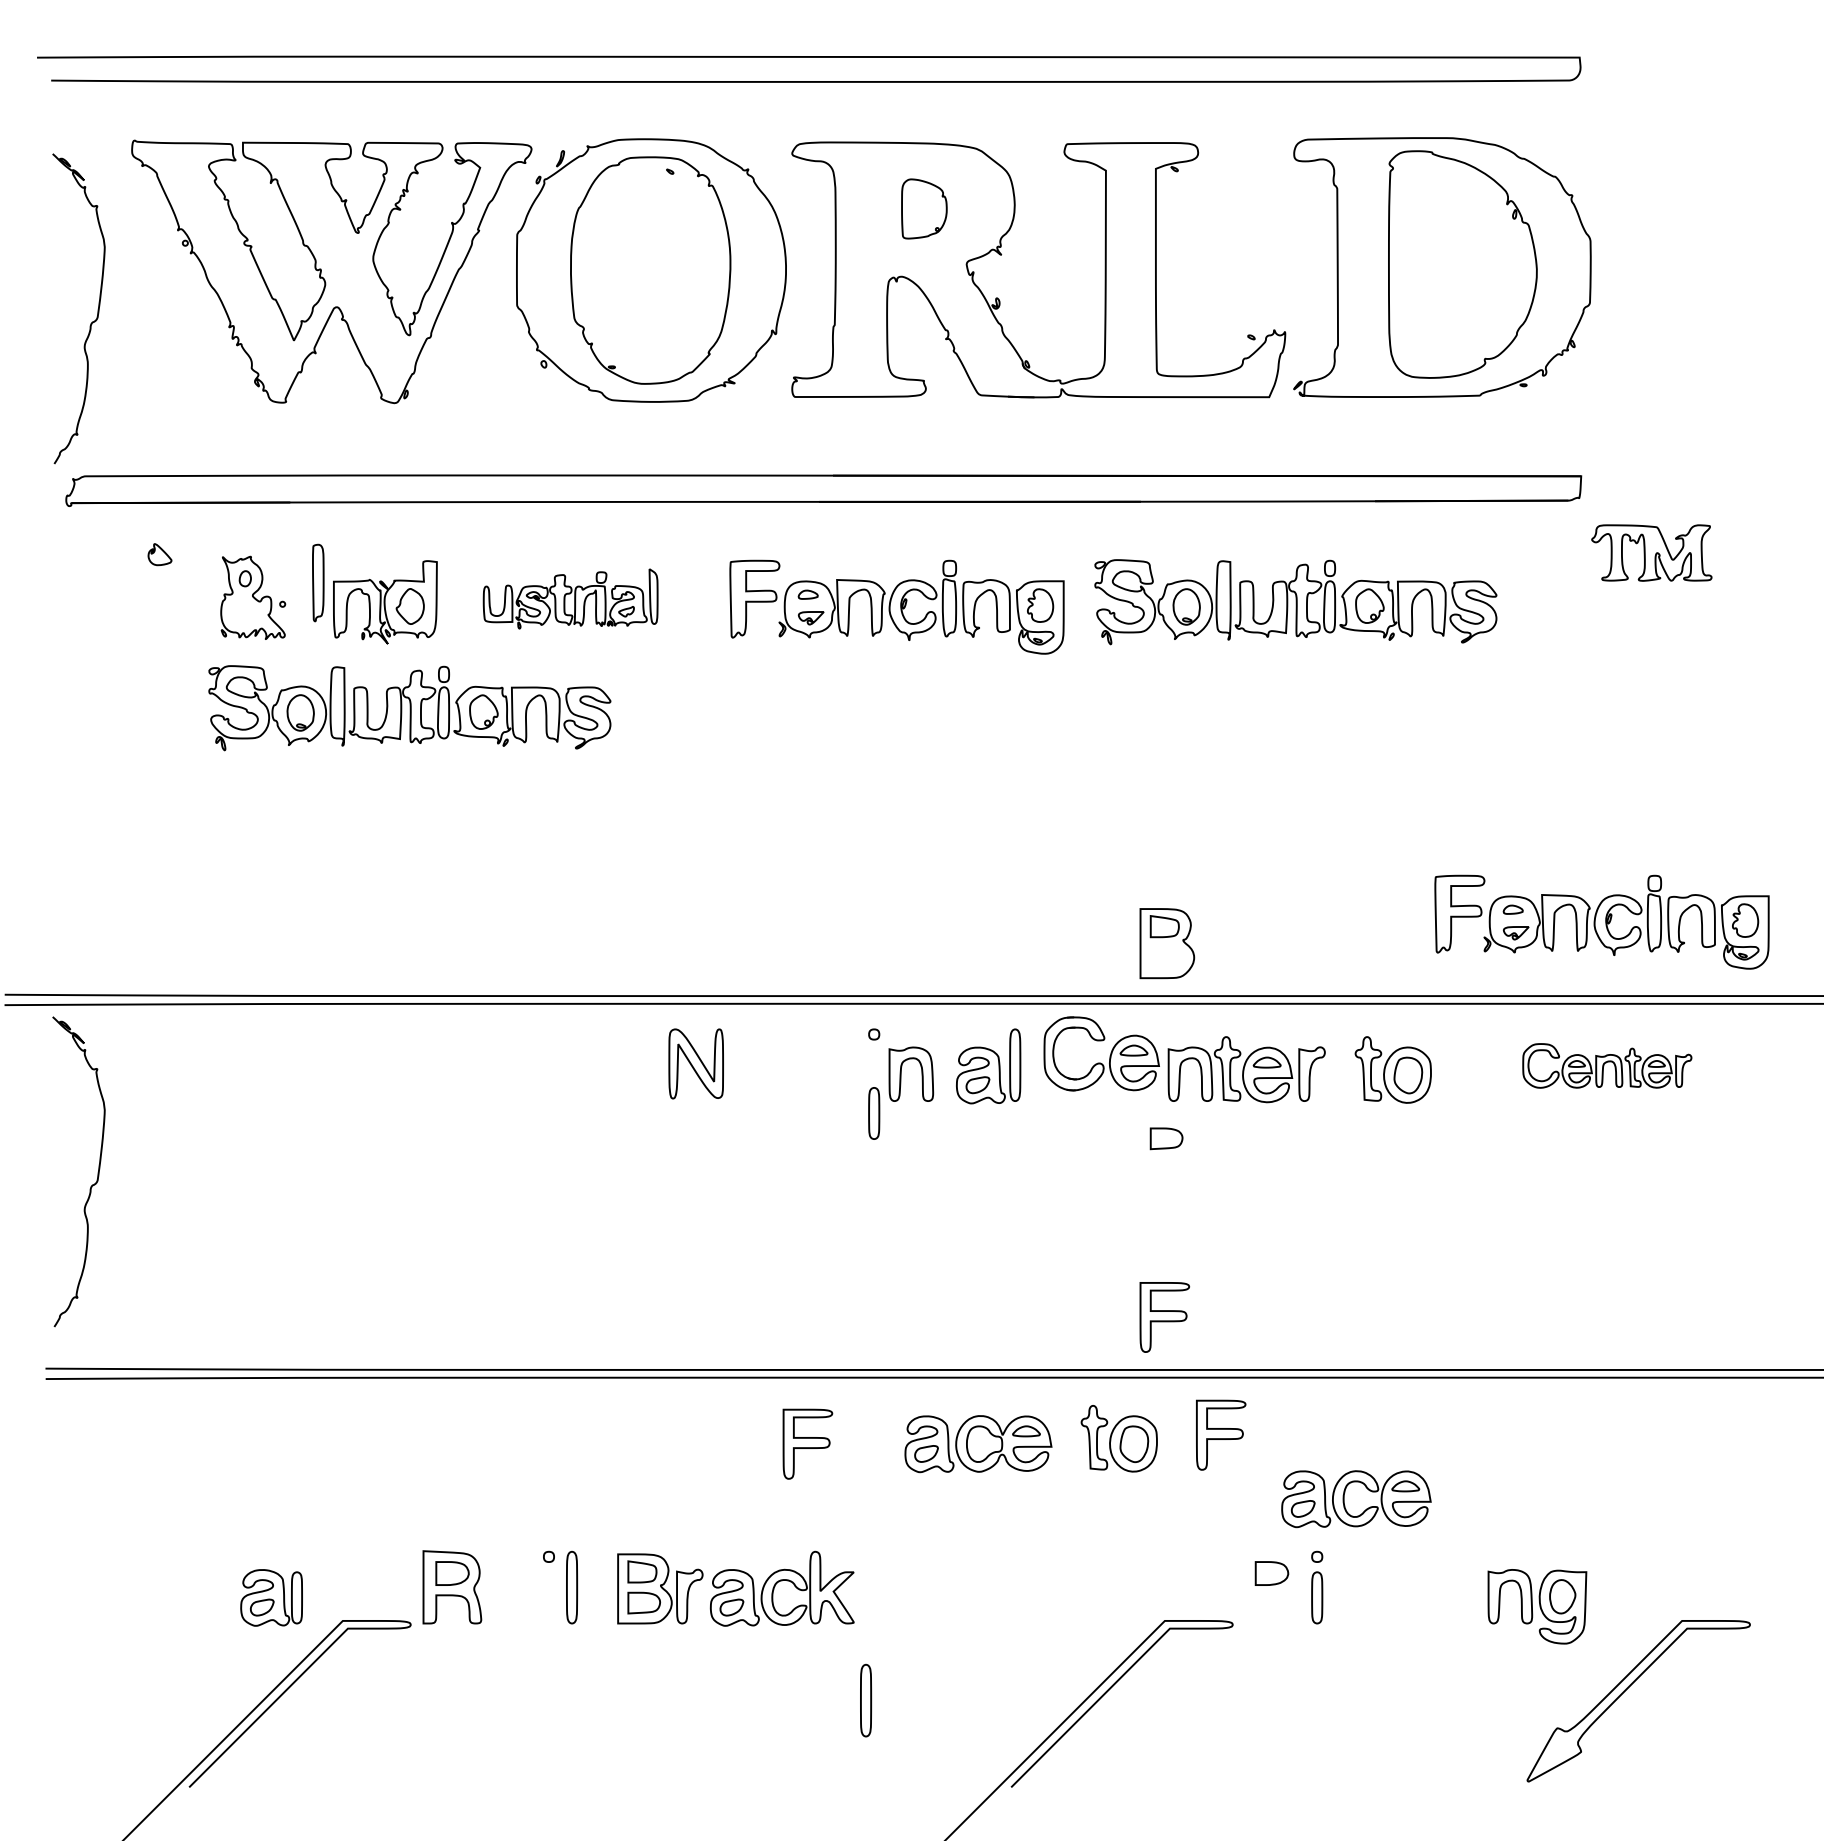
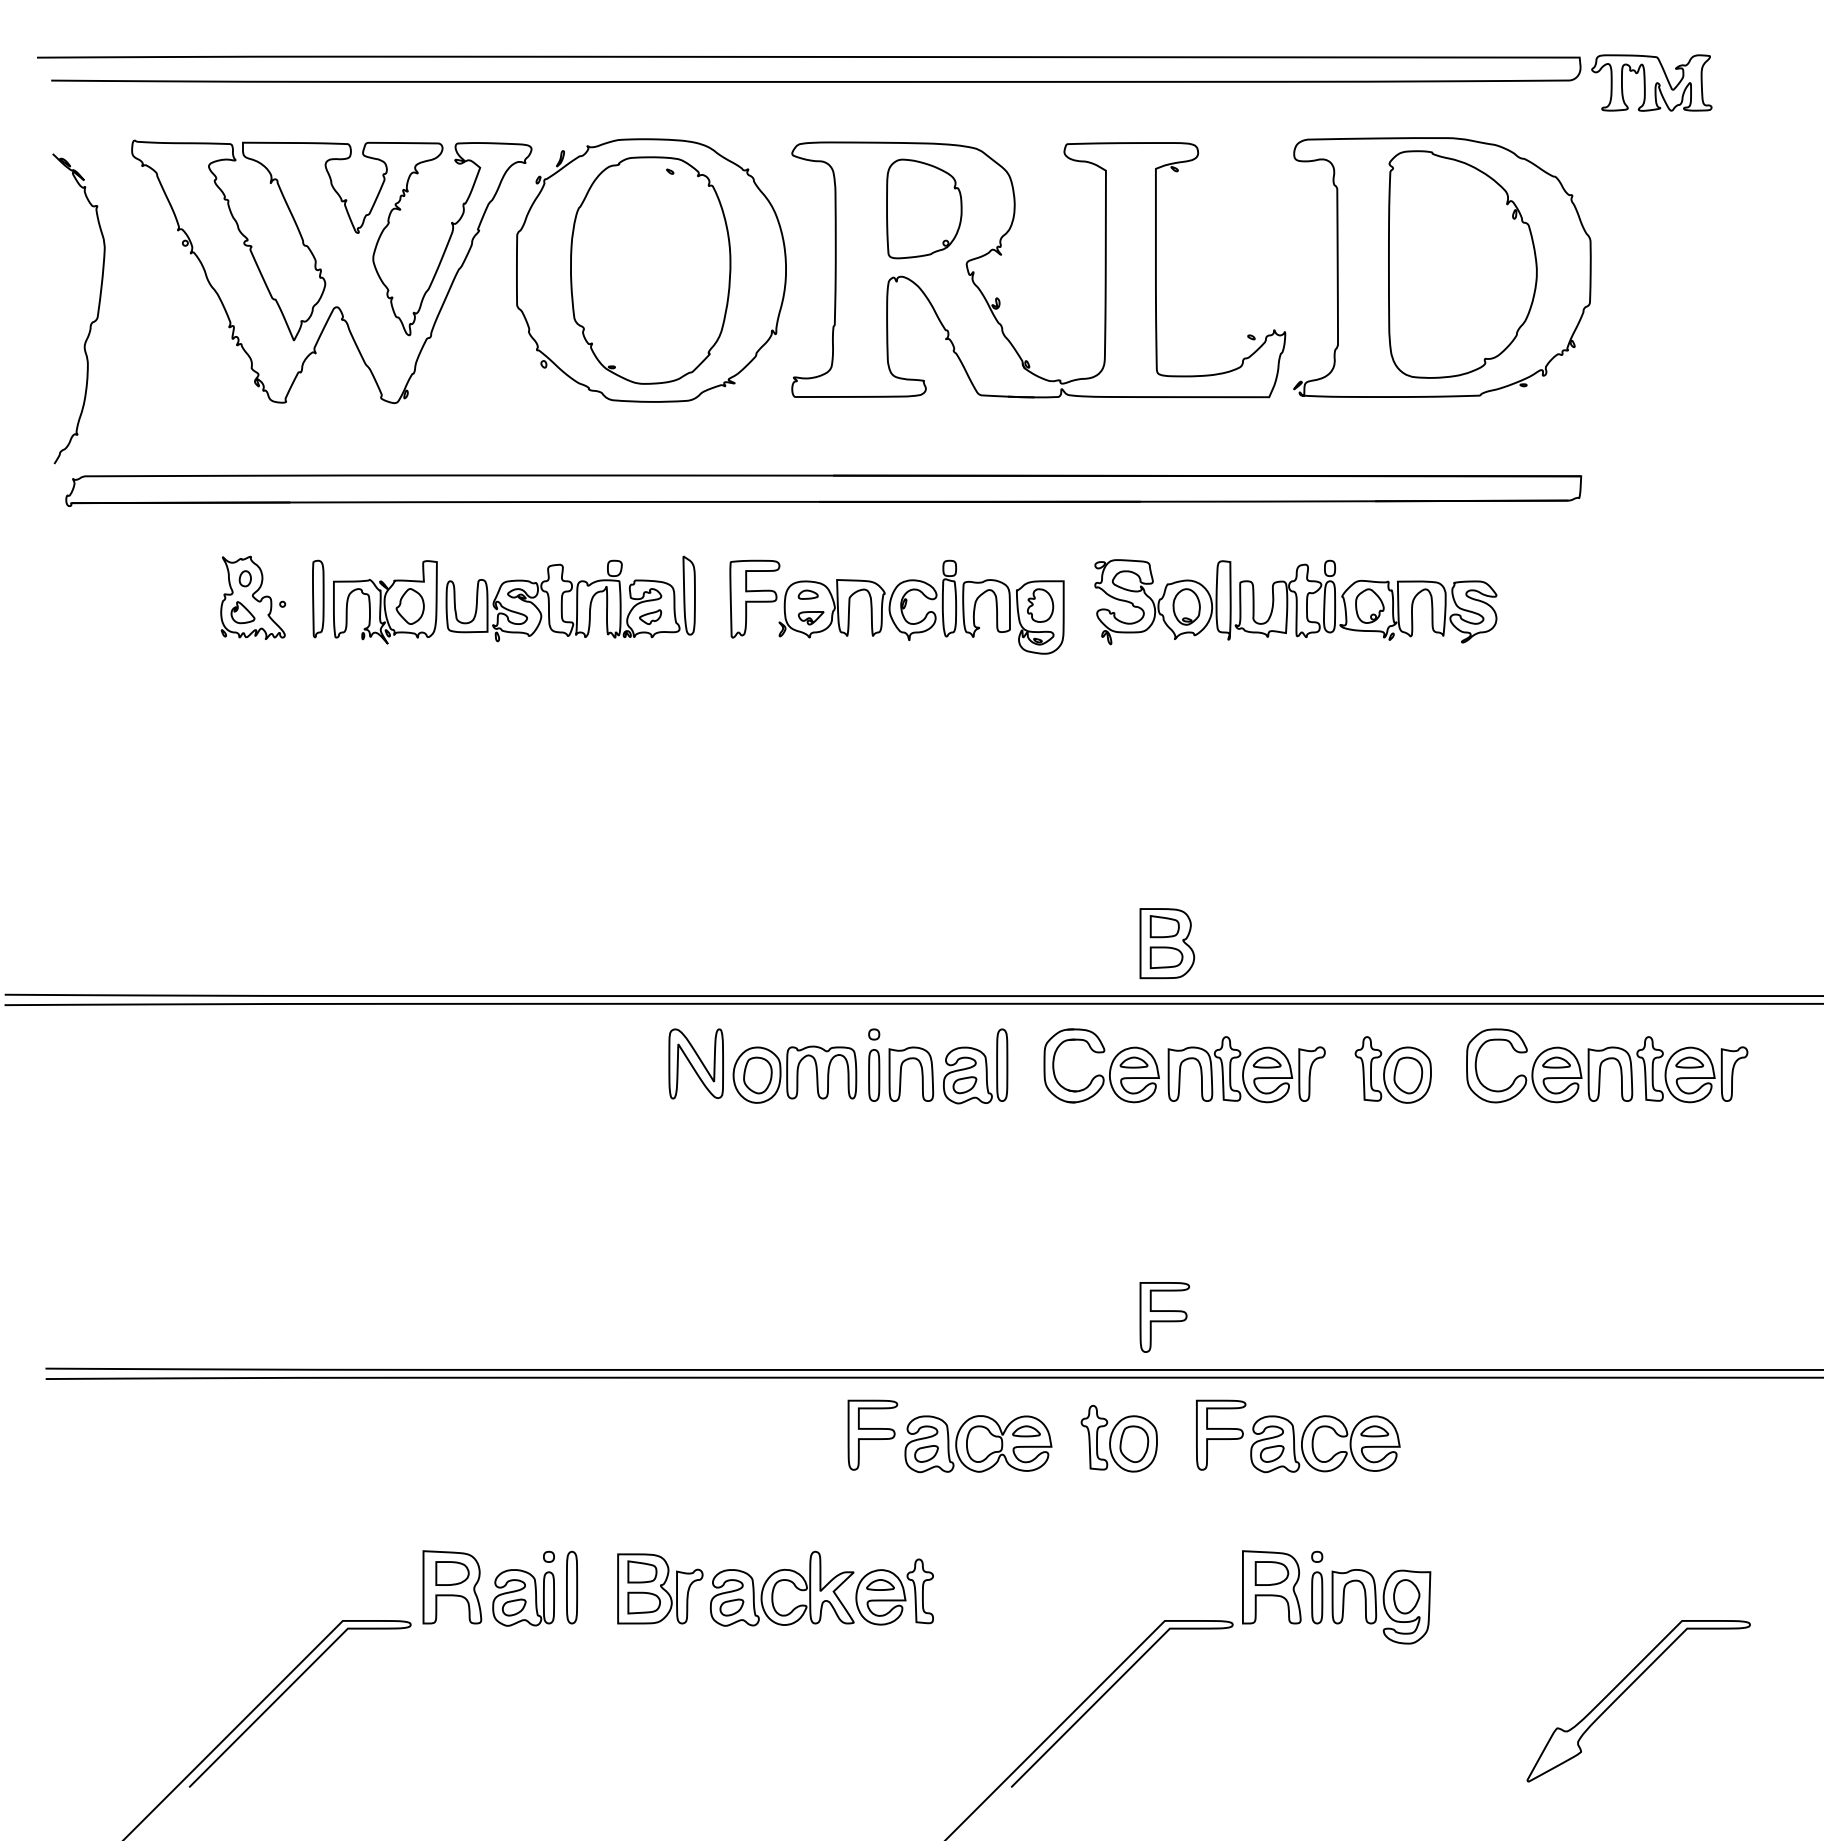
part at (924, 208) size: 47x62 px -> 77x102 px
part at (1651, 552) position: (1651, 552) -> (1651, 82)
part at (159, 554) position: (159, 554) -> (242, 612)
part at (318, 582) position: (318, 582) -> (318, 598)
part at (570, 598) size: 177x62 px -> 251x88 px
part at (409, 708): present -> none
part at (1601, 921): present -> none
part at (1109, 1055) position: (1109, 1055) -> (1109, 1067)
part at (1607, 1065) size: 171x46 px -> 283x76 px
part at (988, 1066) position: (988, 1066) -> (975, 1066)
part at (794, 1074): none -> present
part at (874, 1113) position: (874, 1113) -> (874, 1075)
part at (1166, 1138) position: (1166, 1138) -> (1166, 957)
part at (97, 1172): present -> none
part at (807, 1443) position: (807, 1443) -> (872, 1434)
part at (1344, 1499) position: (1344, 1499) -> (1313, 1444)
part at (1271, 1587): none -> present
part at (894, 1591): none -> present
part at (271, 1597) position: (271, 1597) -> (523, 1597)
part at (1537, 1606) position: (1537, 1606) -> (1381, 1606)
part at (866, 1700): present -> none
